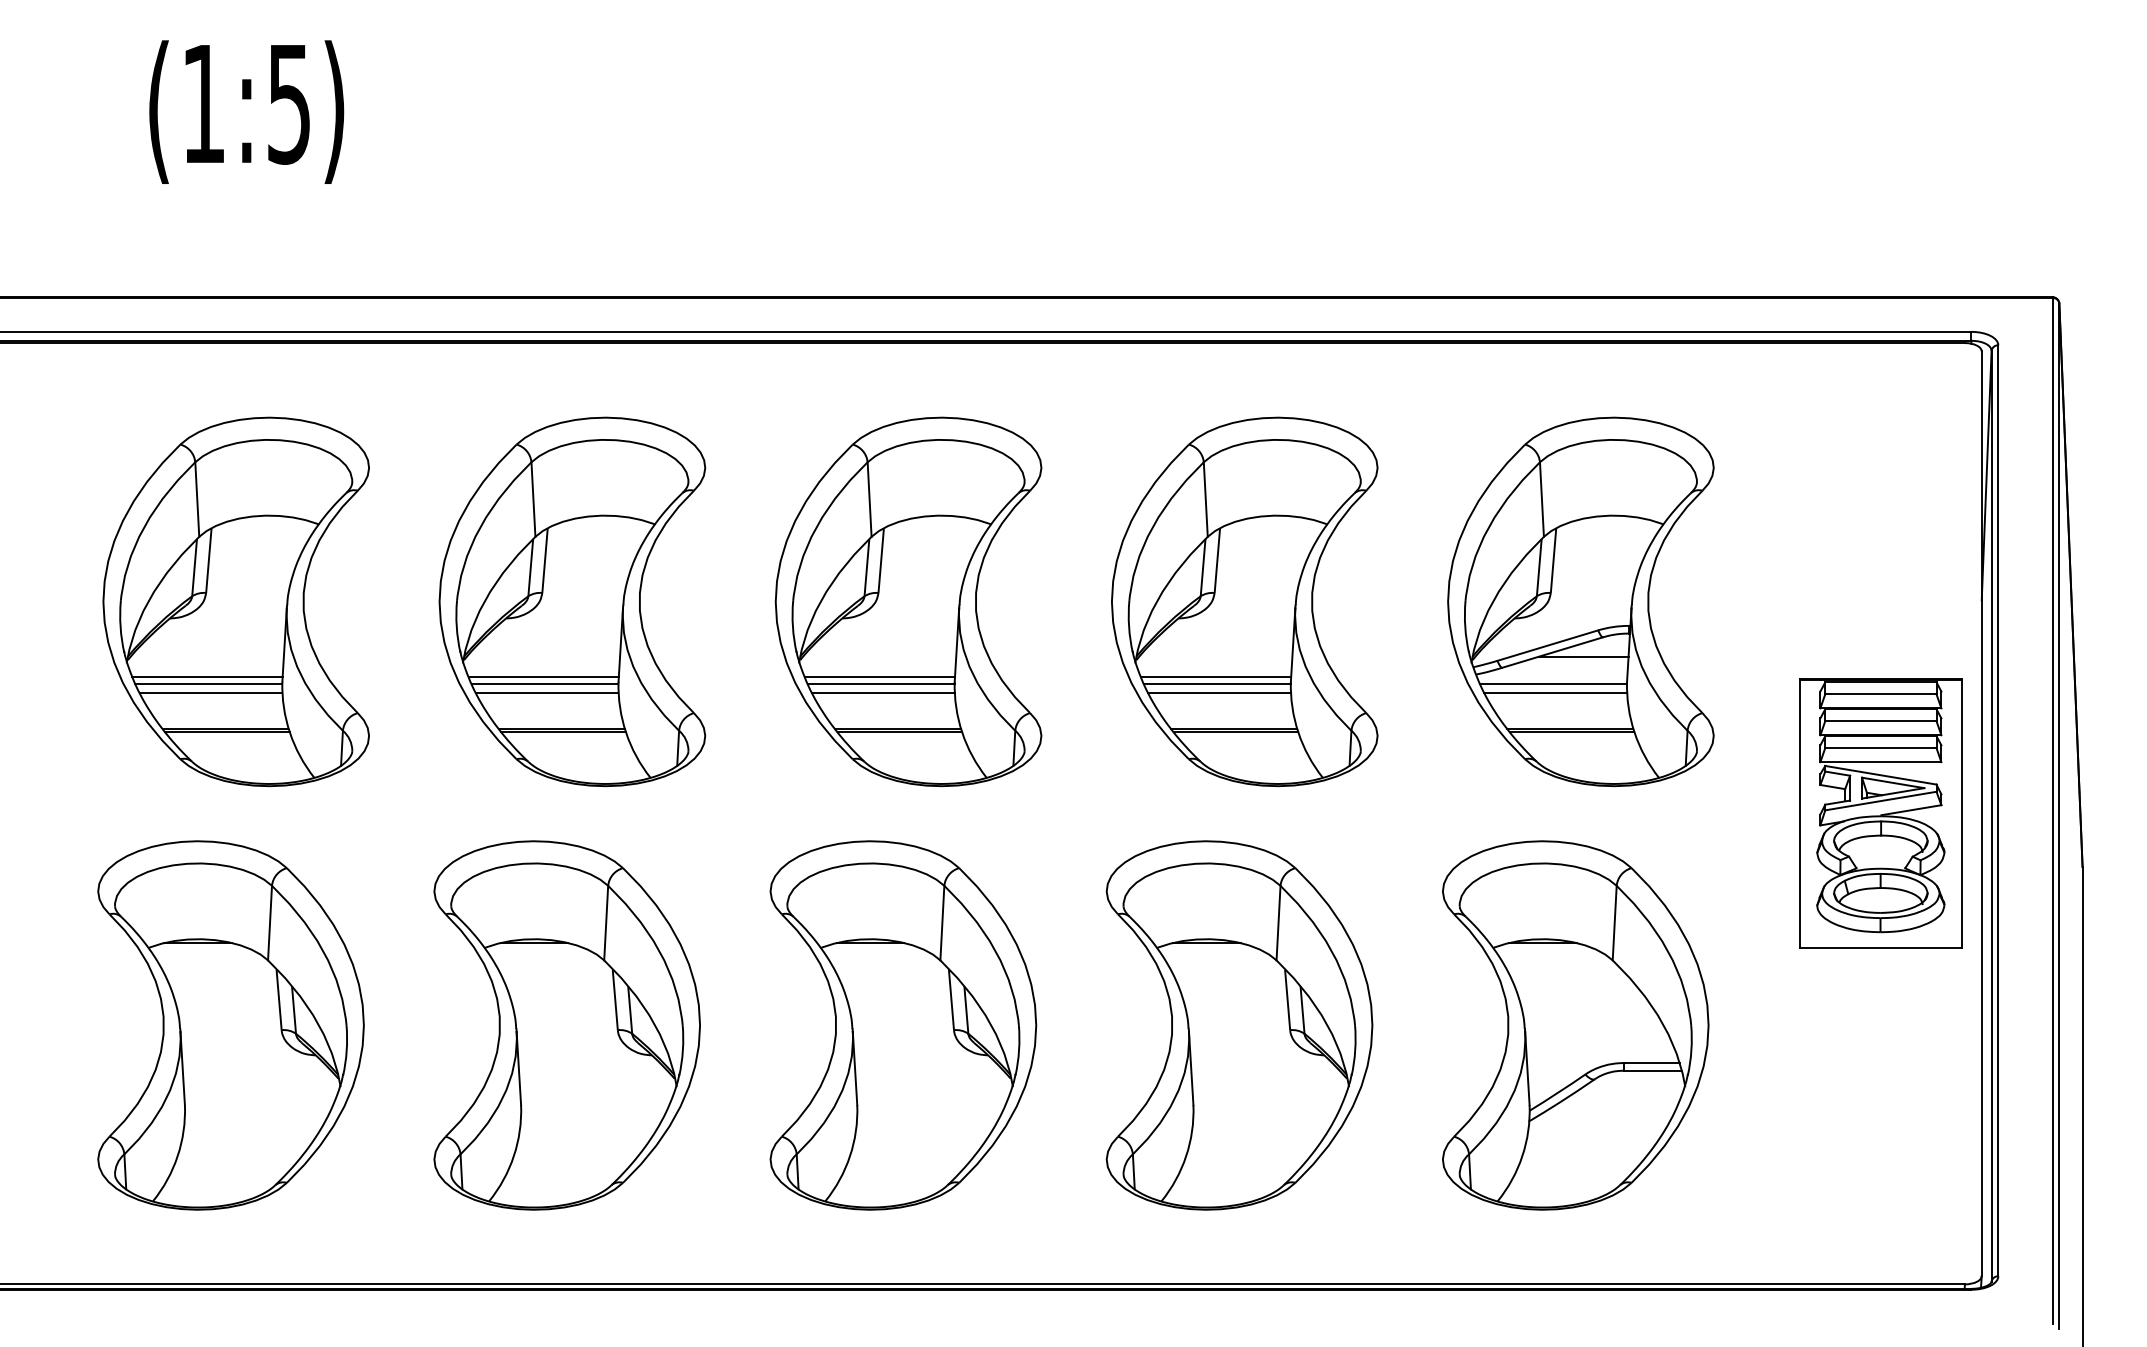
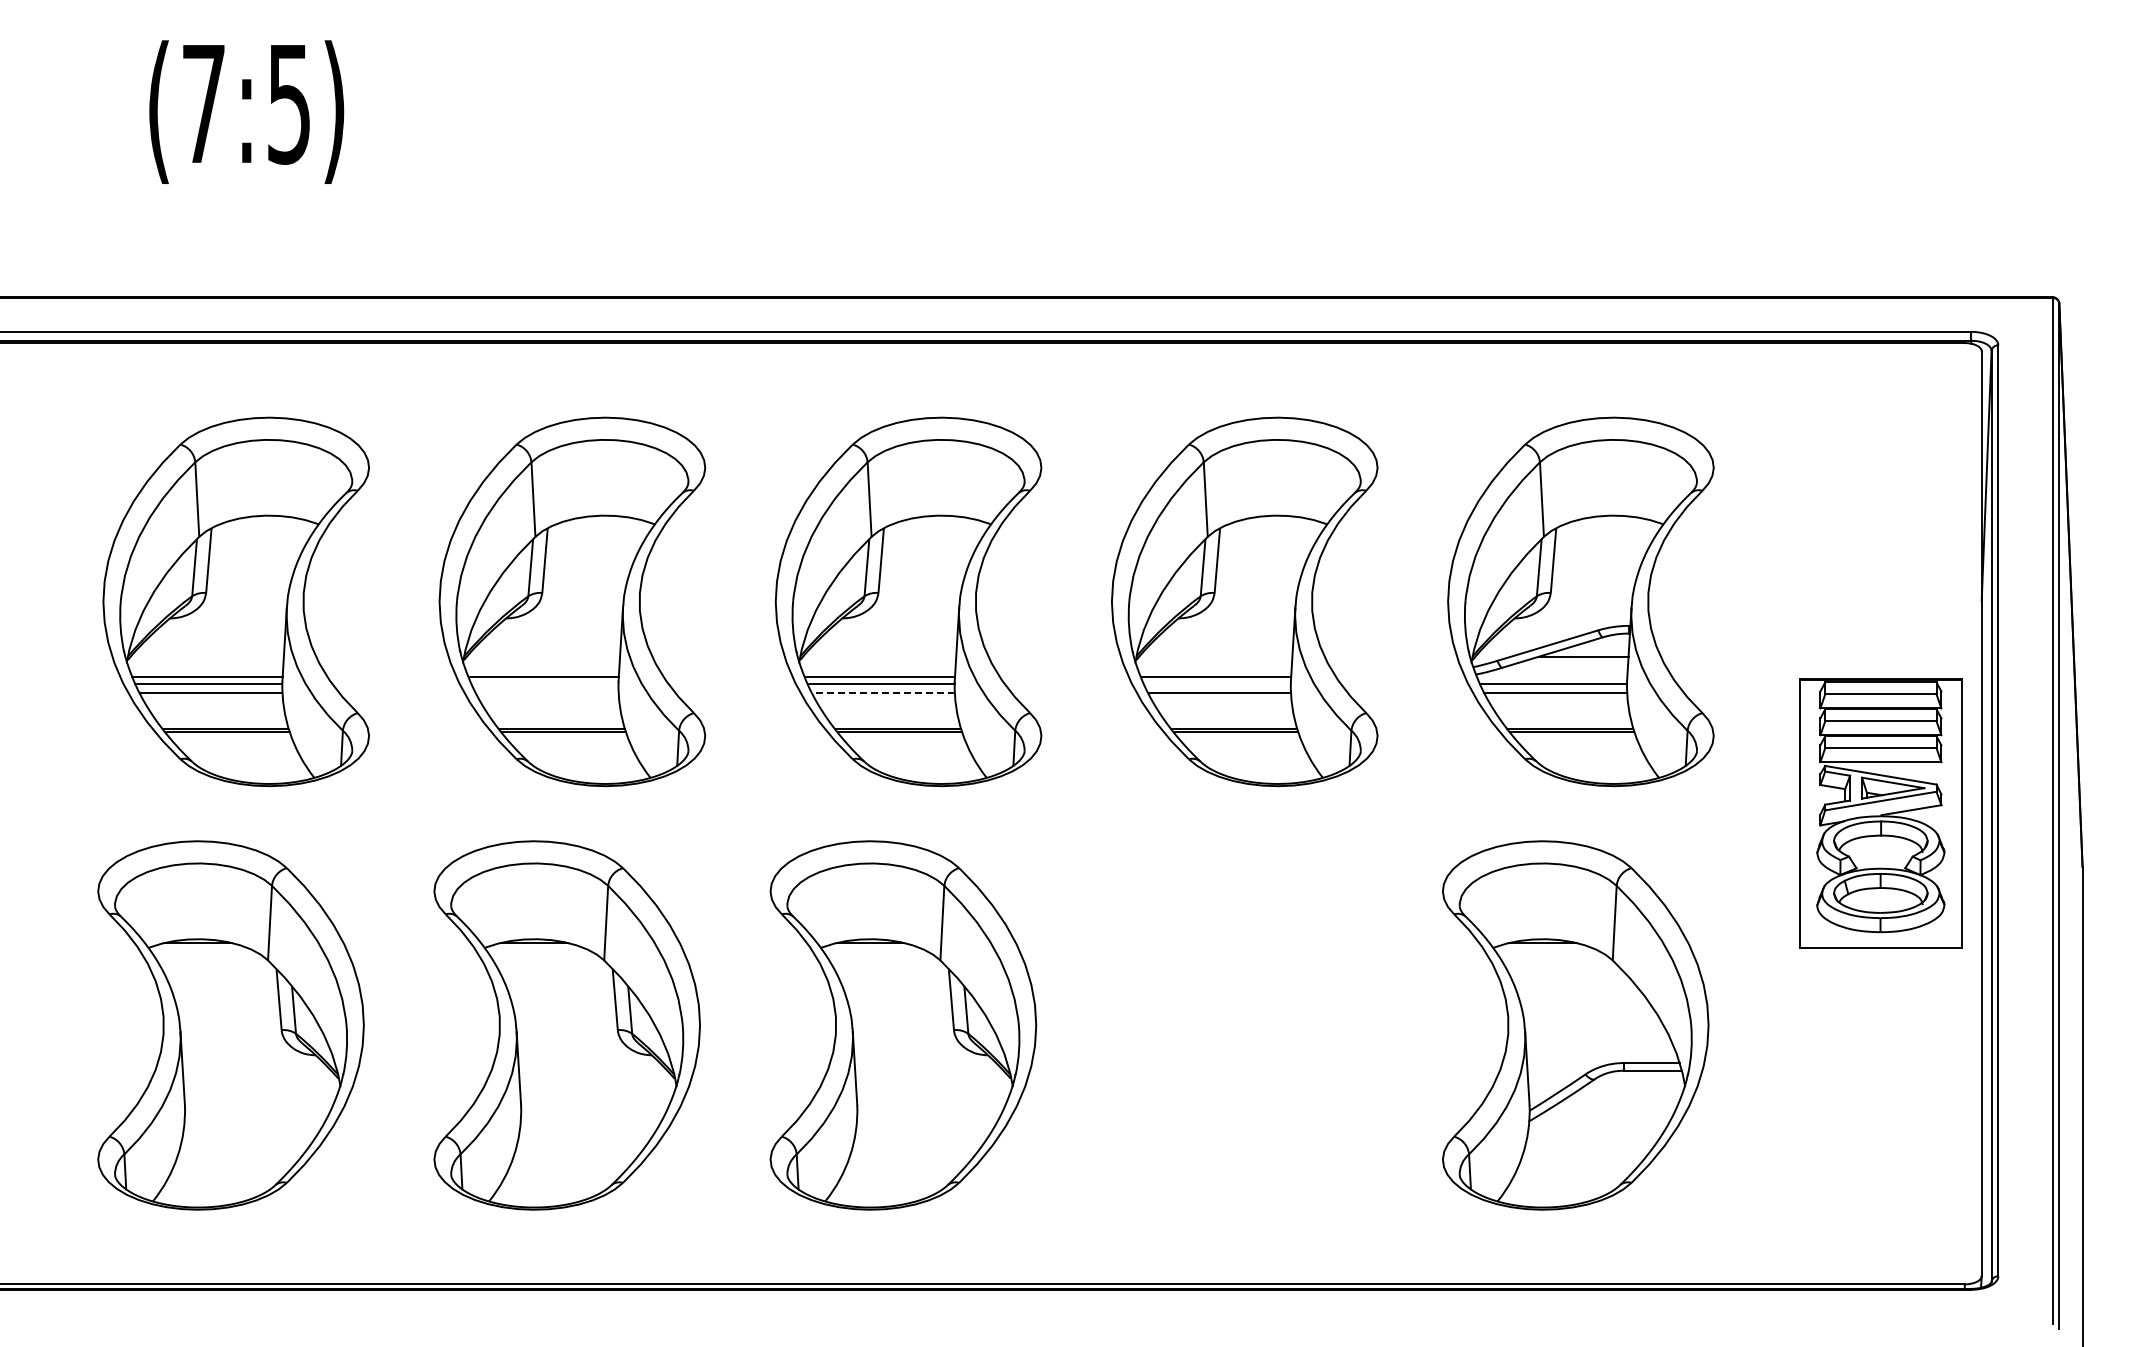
text at (203, 103): (1:5) -> (7:5)
line at (544, 684): present -> none
line at (1216, 684): present -> none
line at (546, 693): present -> none
line at (882, 693): solid -> dashed
part at (1239, 1025): present -> none
